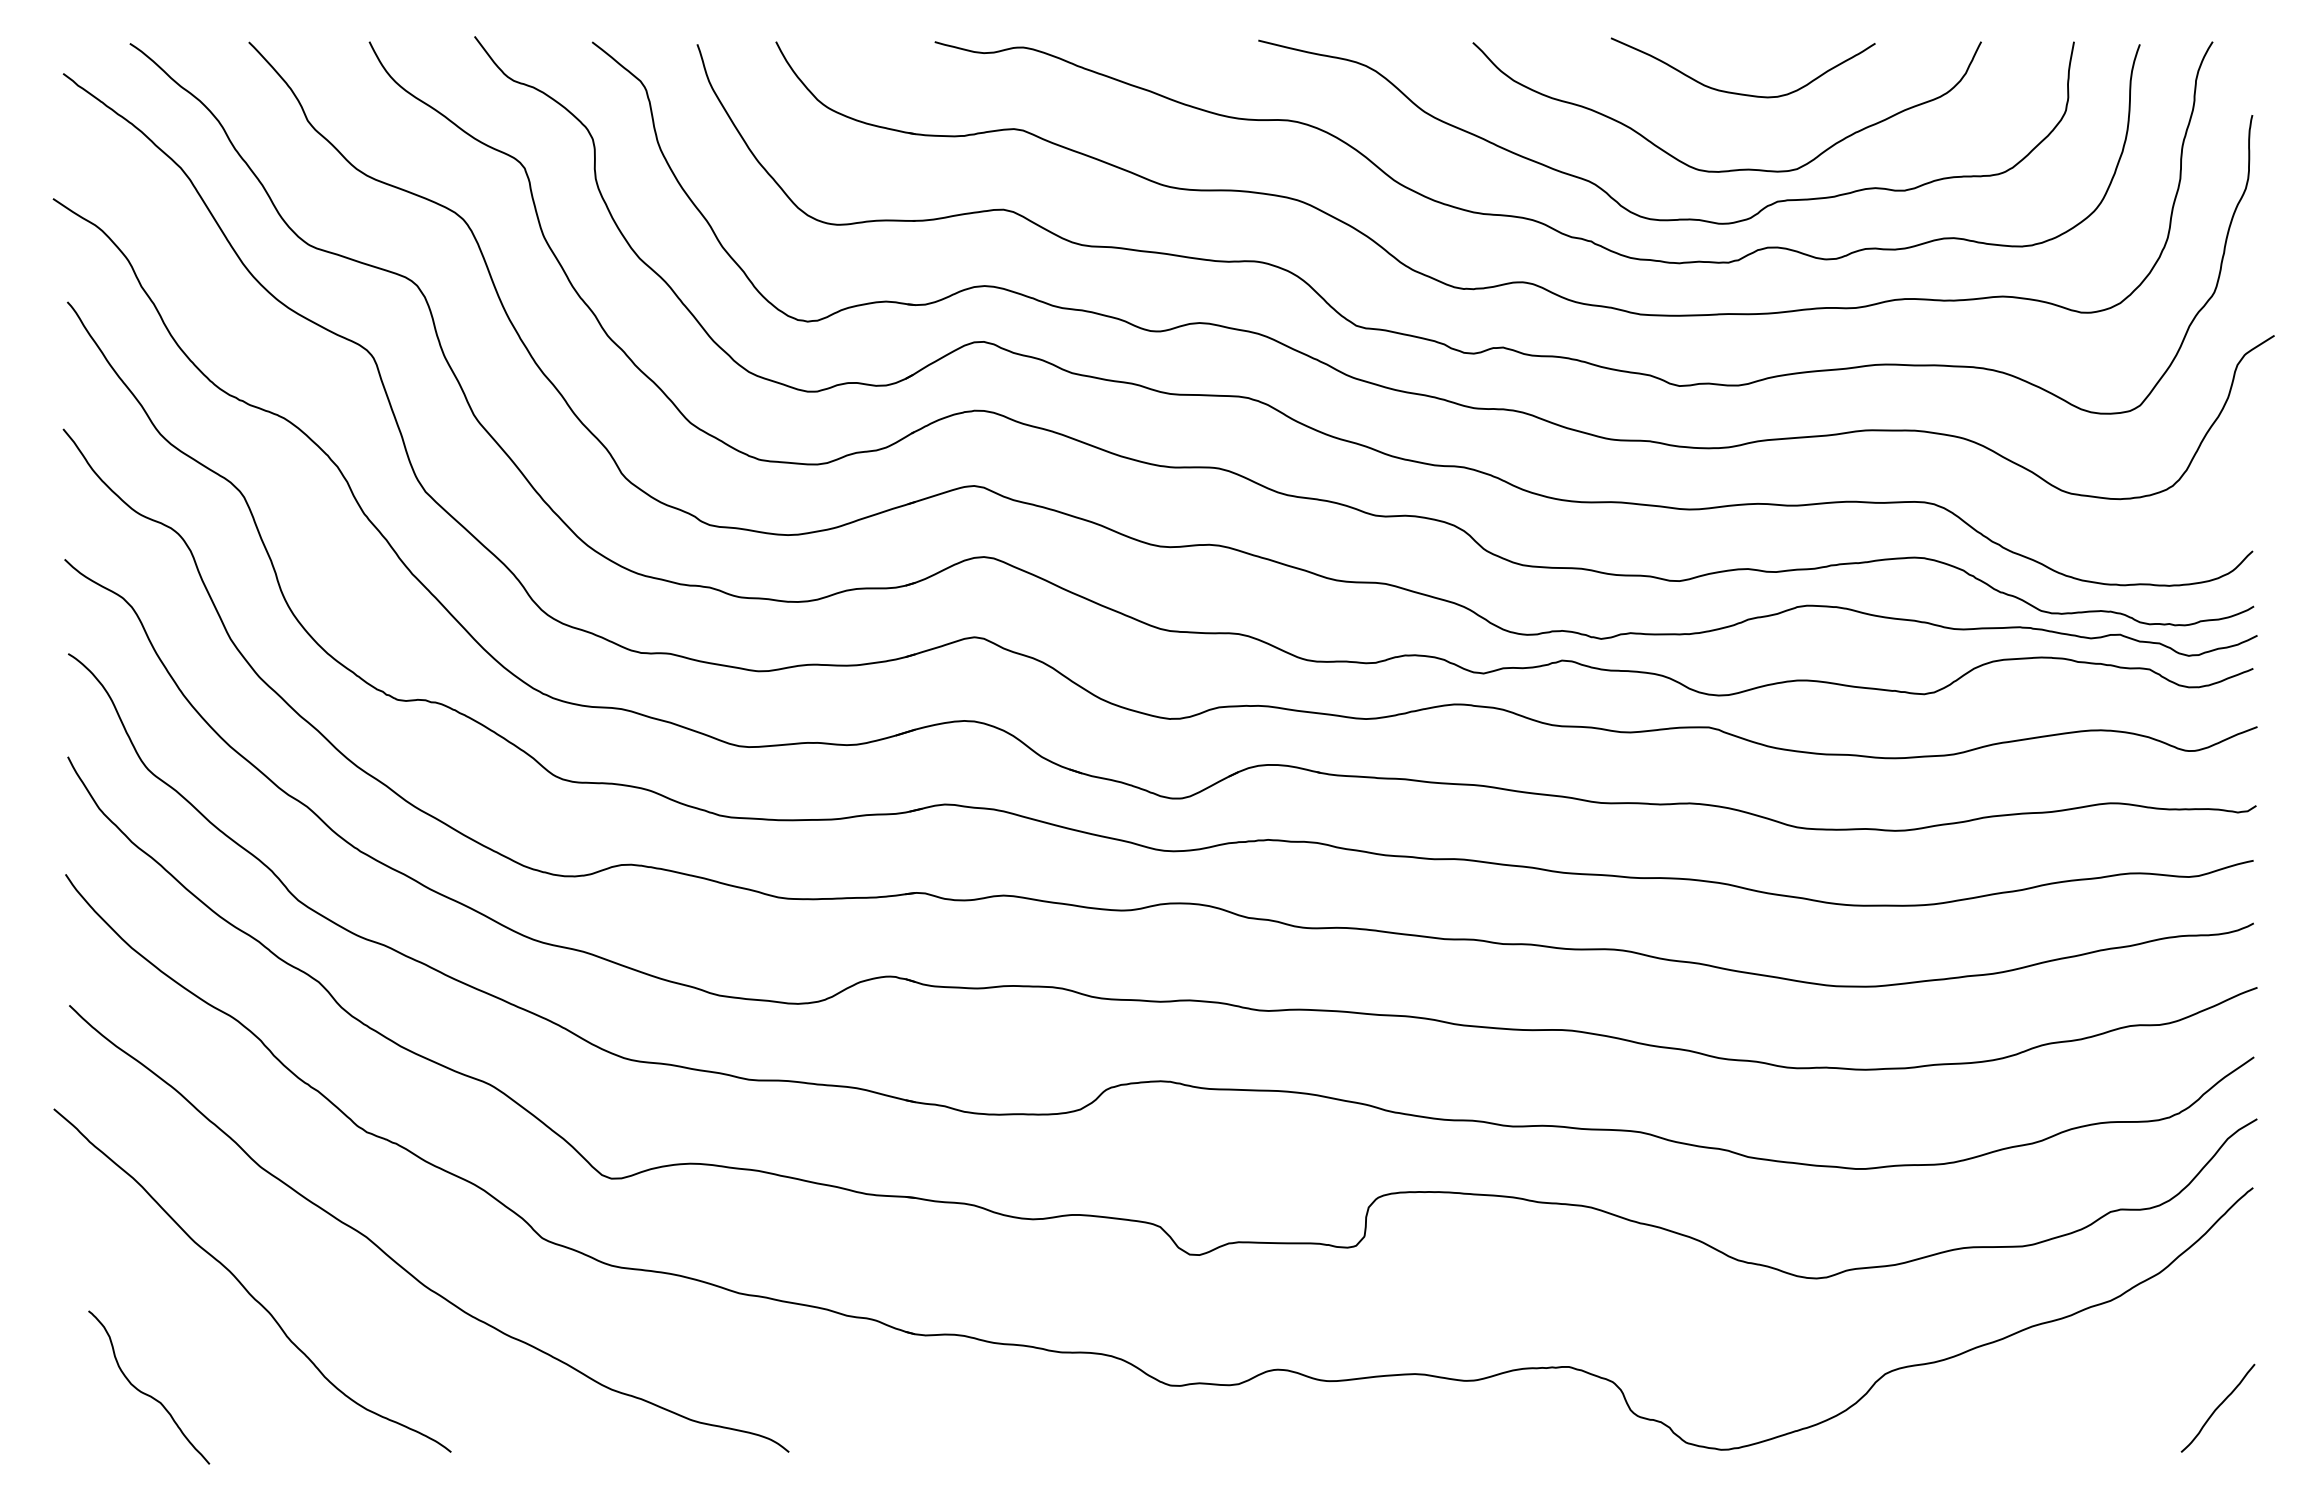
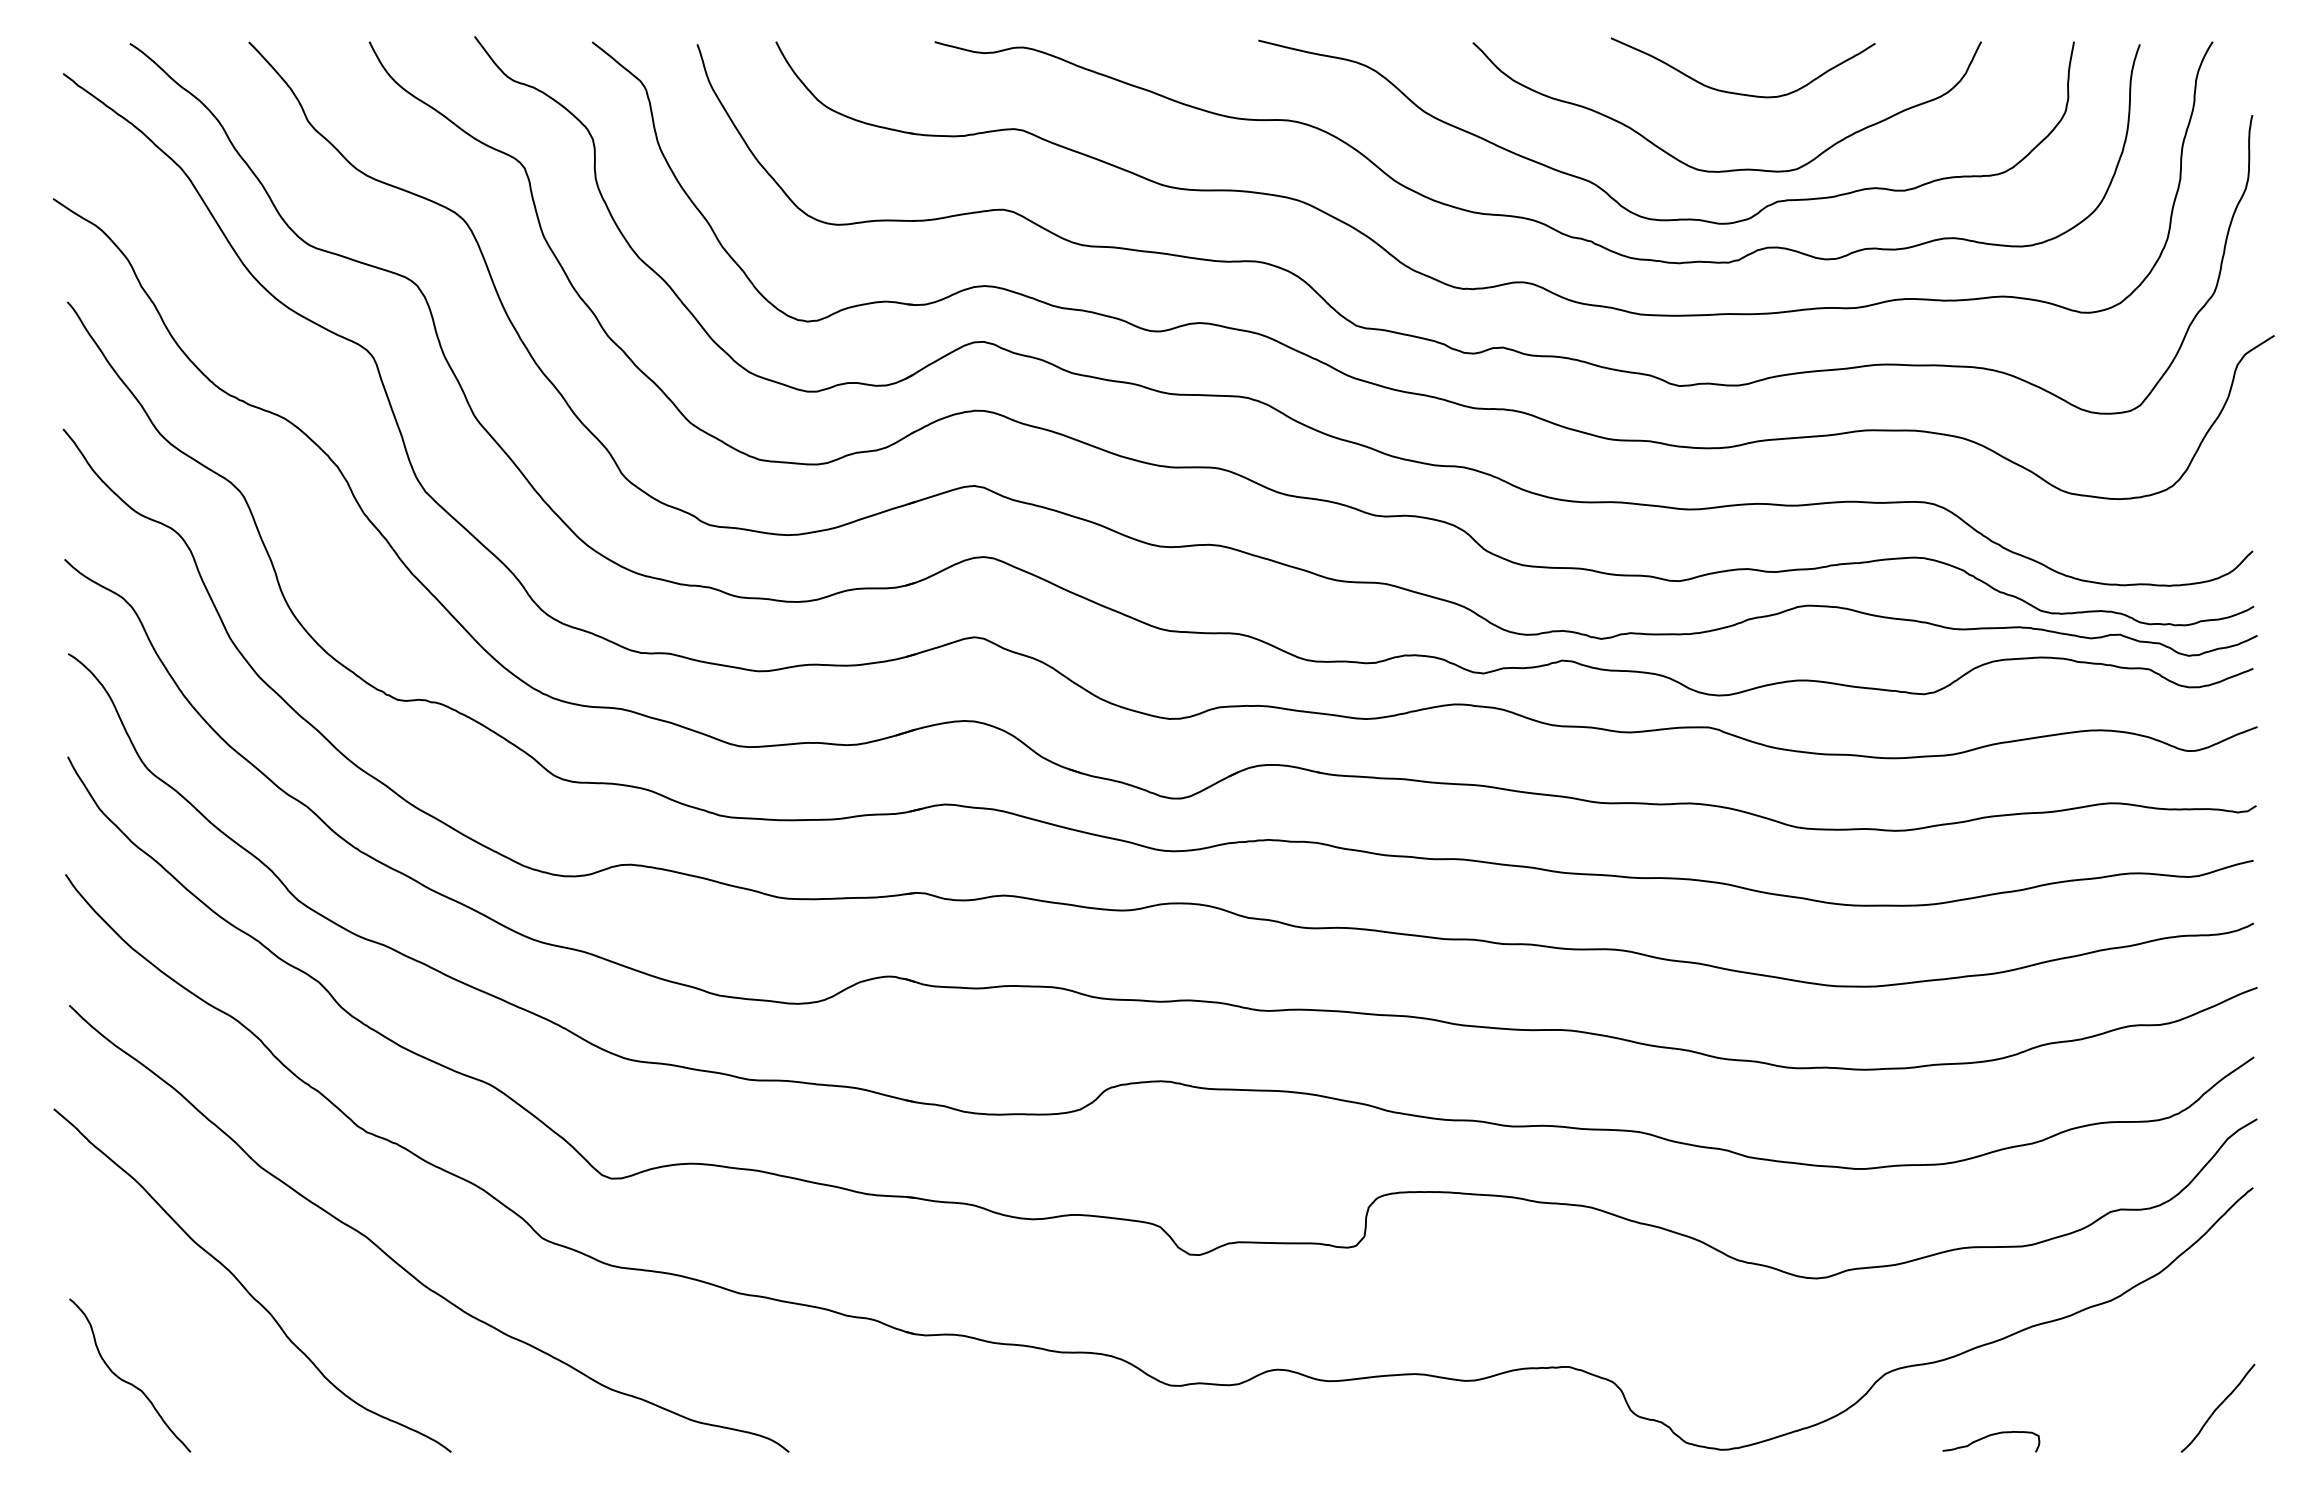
curve at (146, 1393) position: (146, 1393) -> (127, 1381)
curve at (1990, 1436): none -> present
